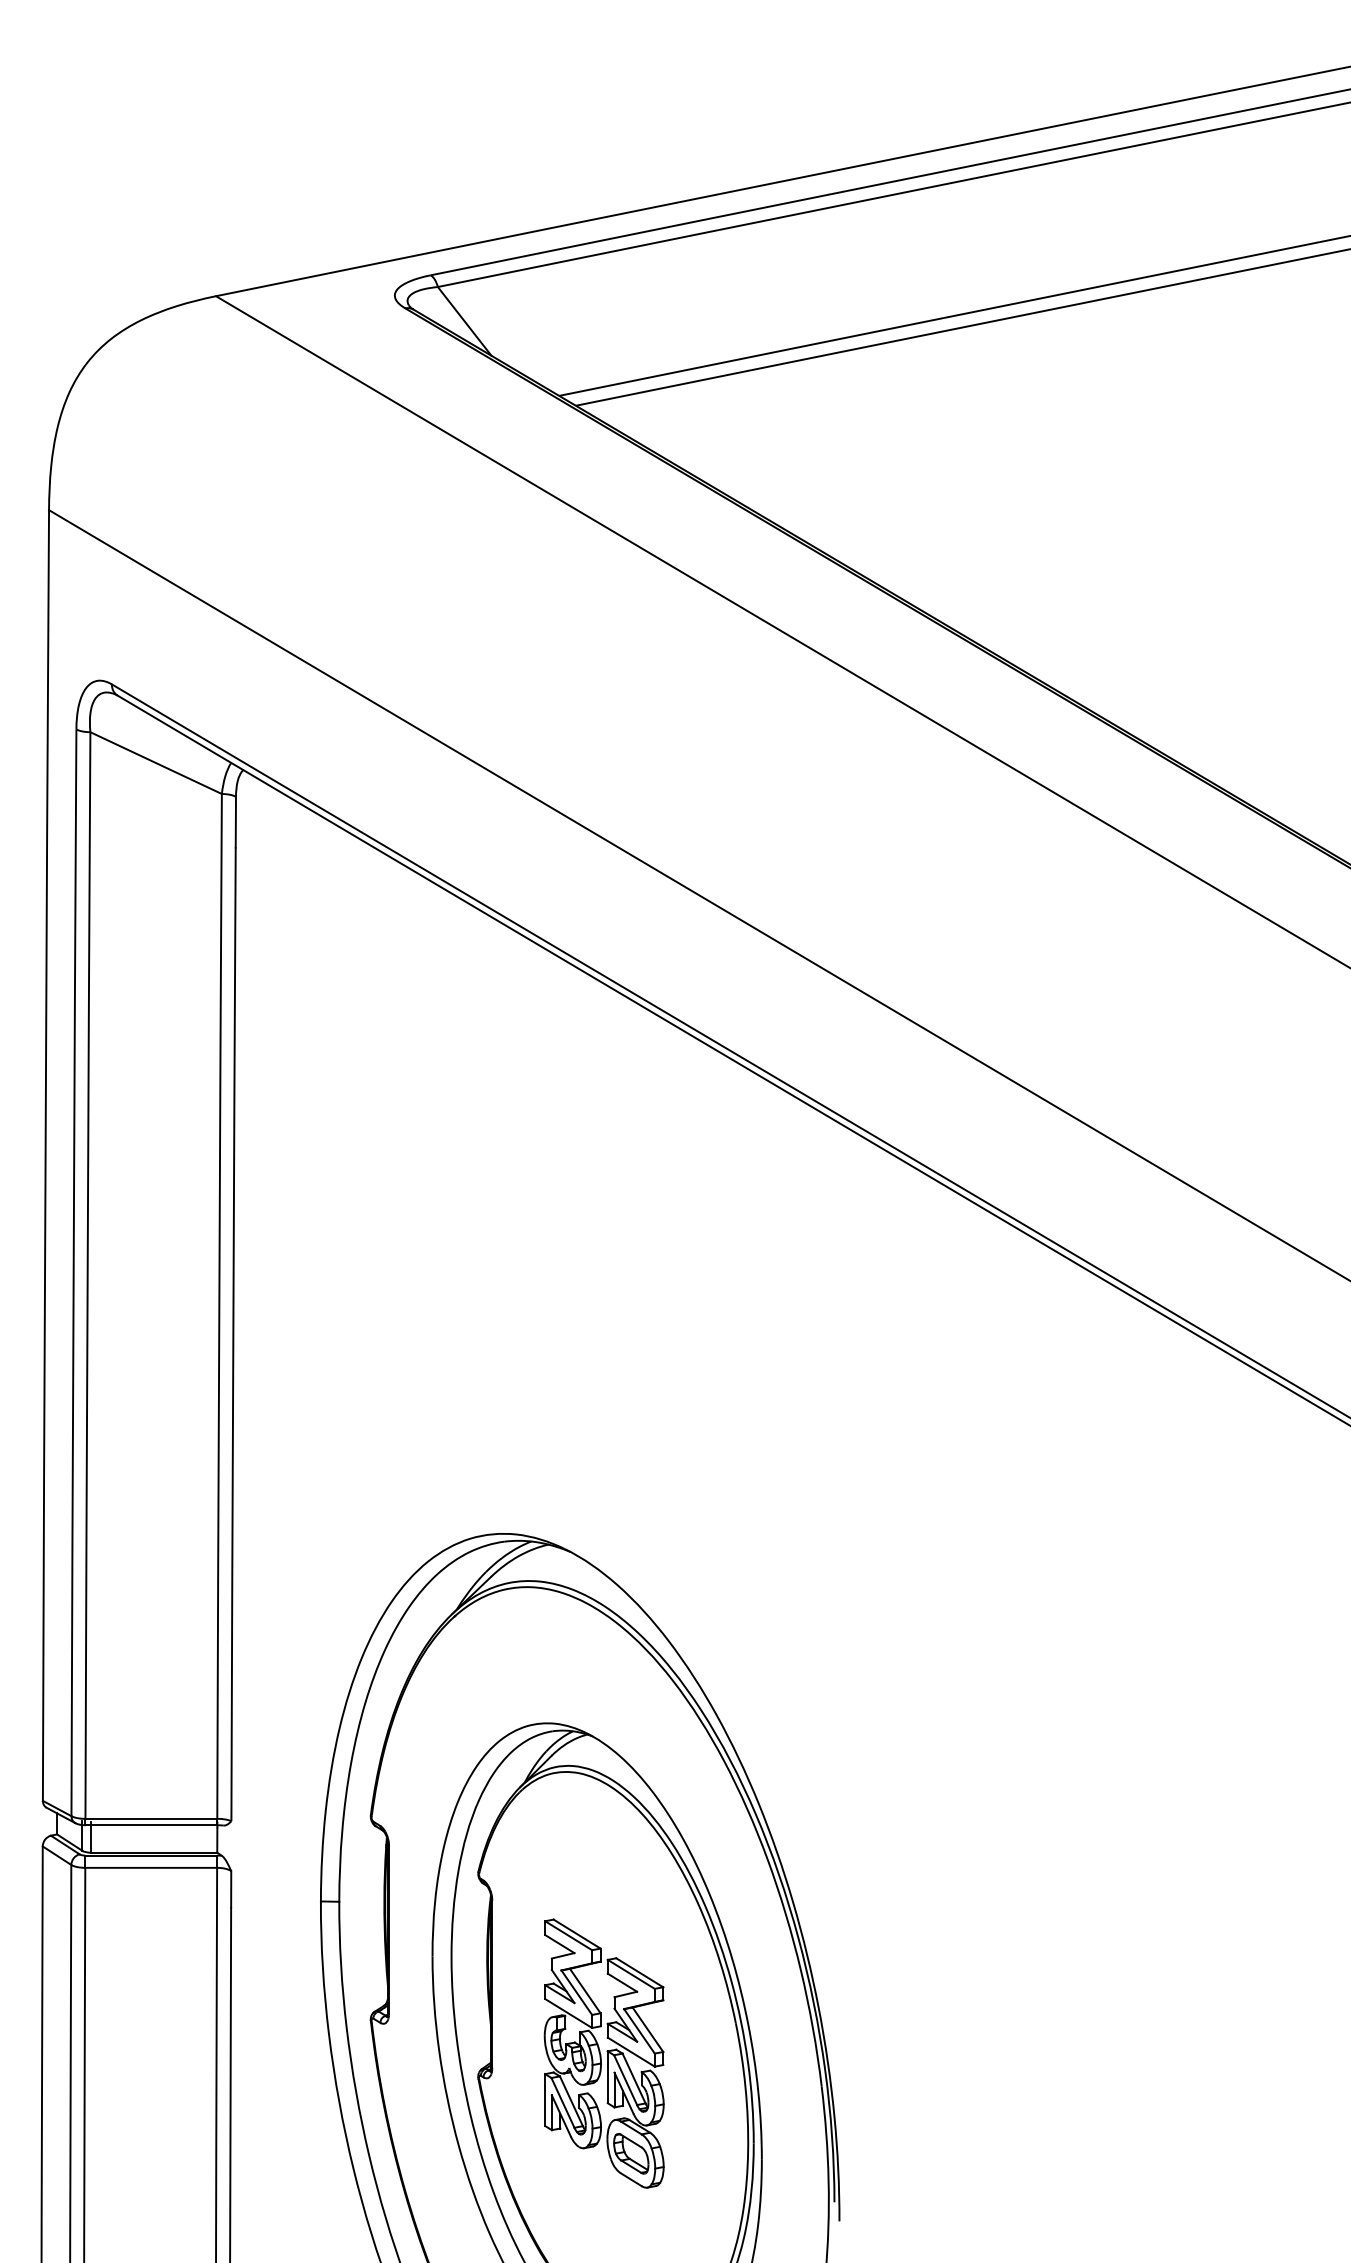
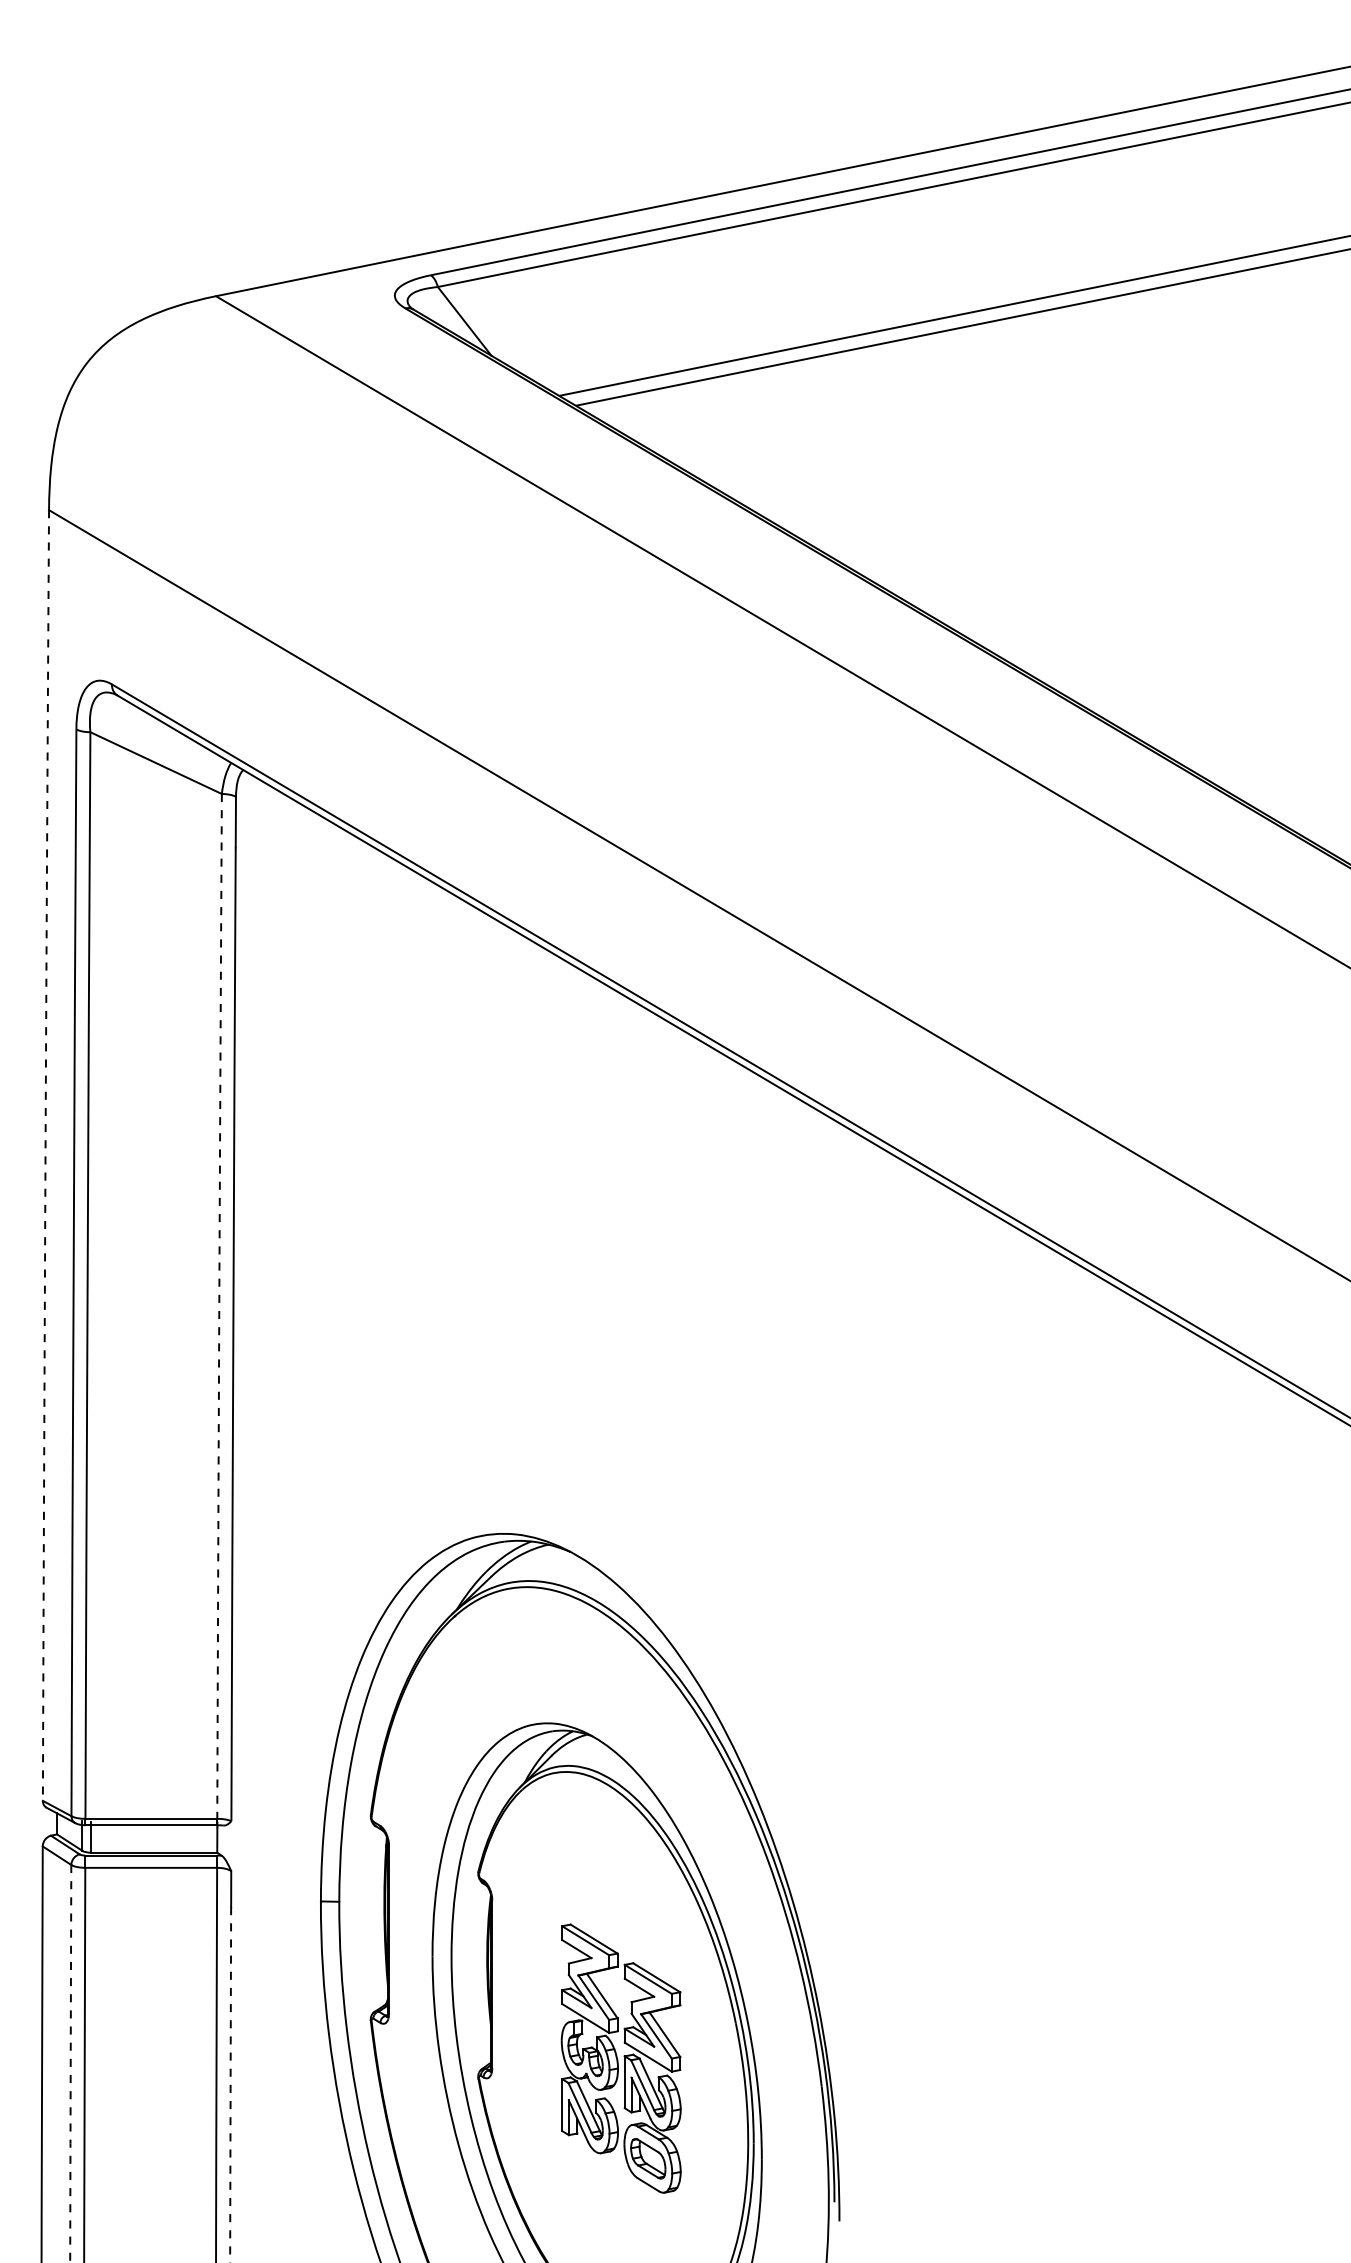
arc at (45, 1155): solid -> dashed
arc at (219, 1306): solid -> dashed
part at (603, 2053) position: (603, 2053) -> (620, 2058)
arc at (70, 2064): solid -> dashed
arc at (230, 2085): solid -> dashed
